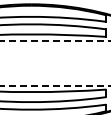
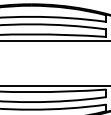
line at (55, 41): dashed -> solid
line at (55, 85): dashed -> solid
